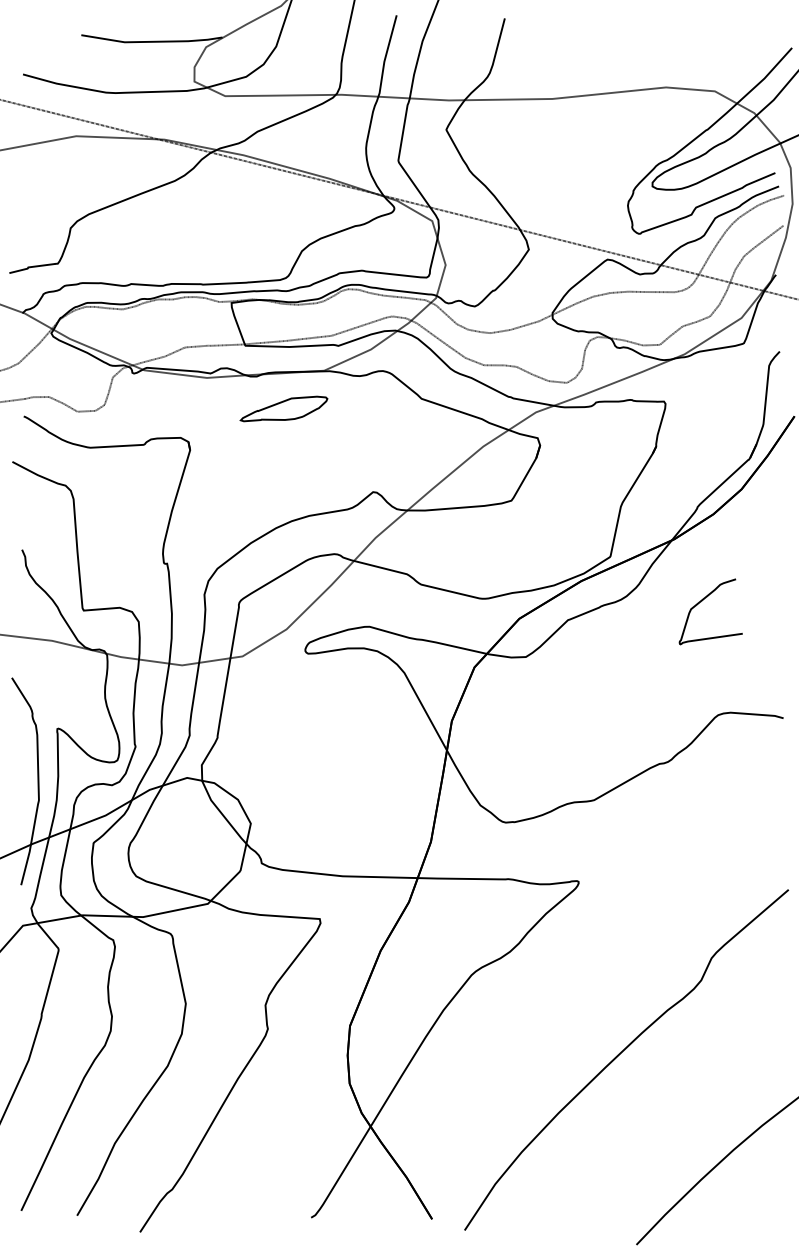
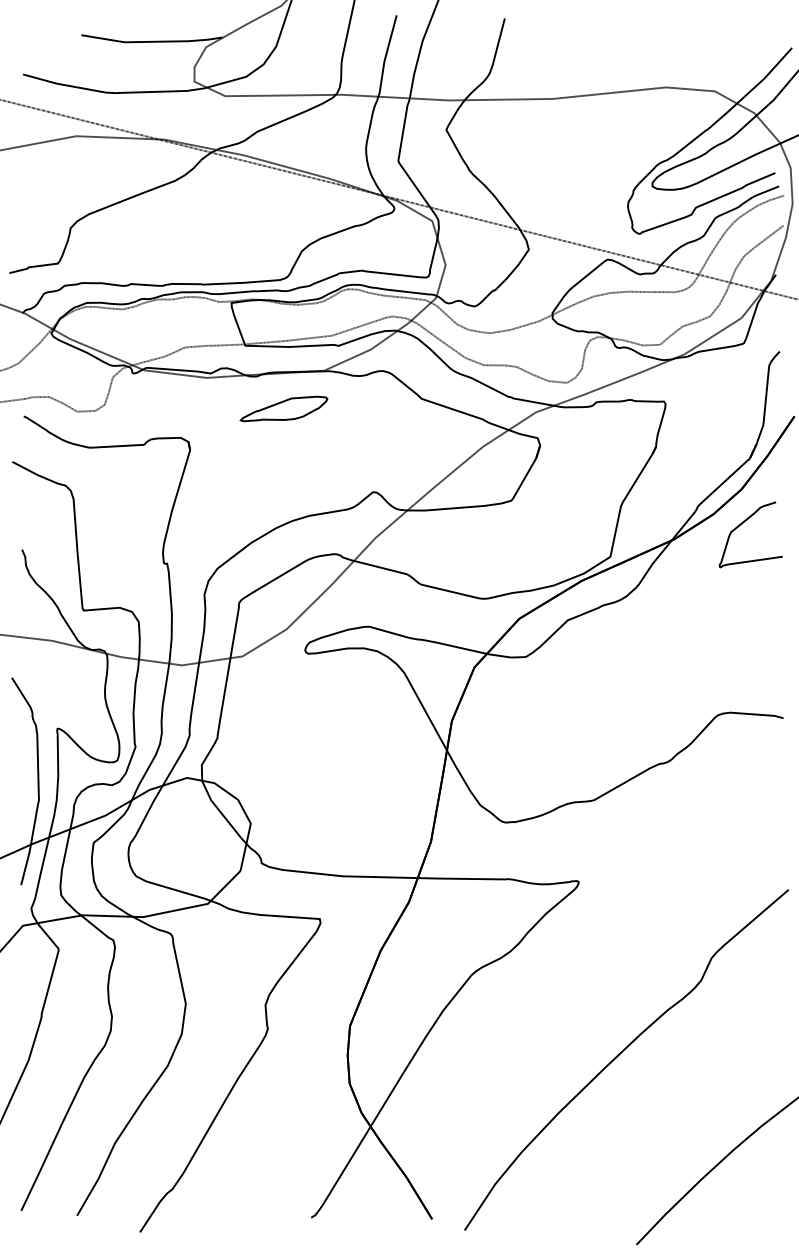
curve at (702, 601) position: (702, 601) -> (742, 524)
